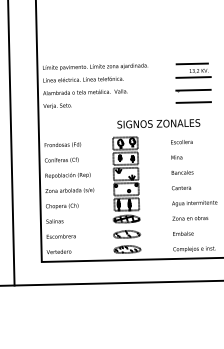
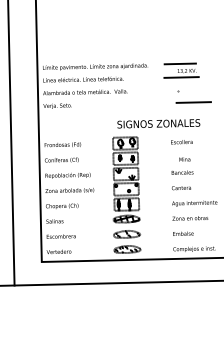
part at (193, 70) position: (193, 70) -> (181, 70)
line at (193, 89): present -> none
text at (176, 157) position: (176, 157) -> (184, 159)
